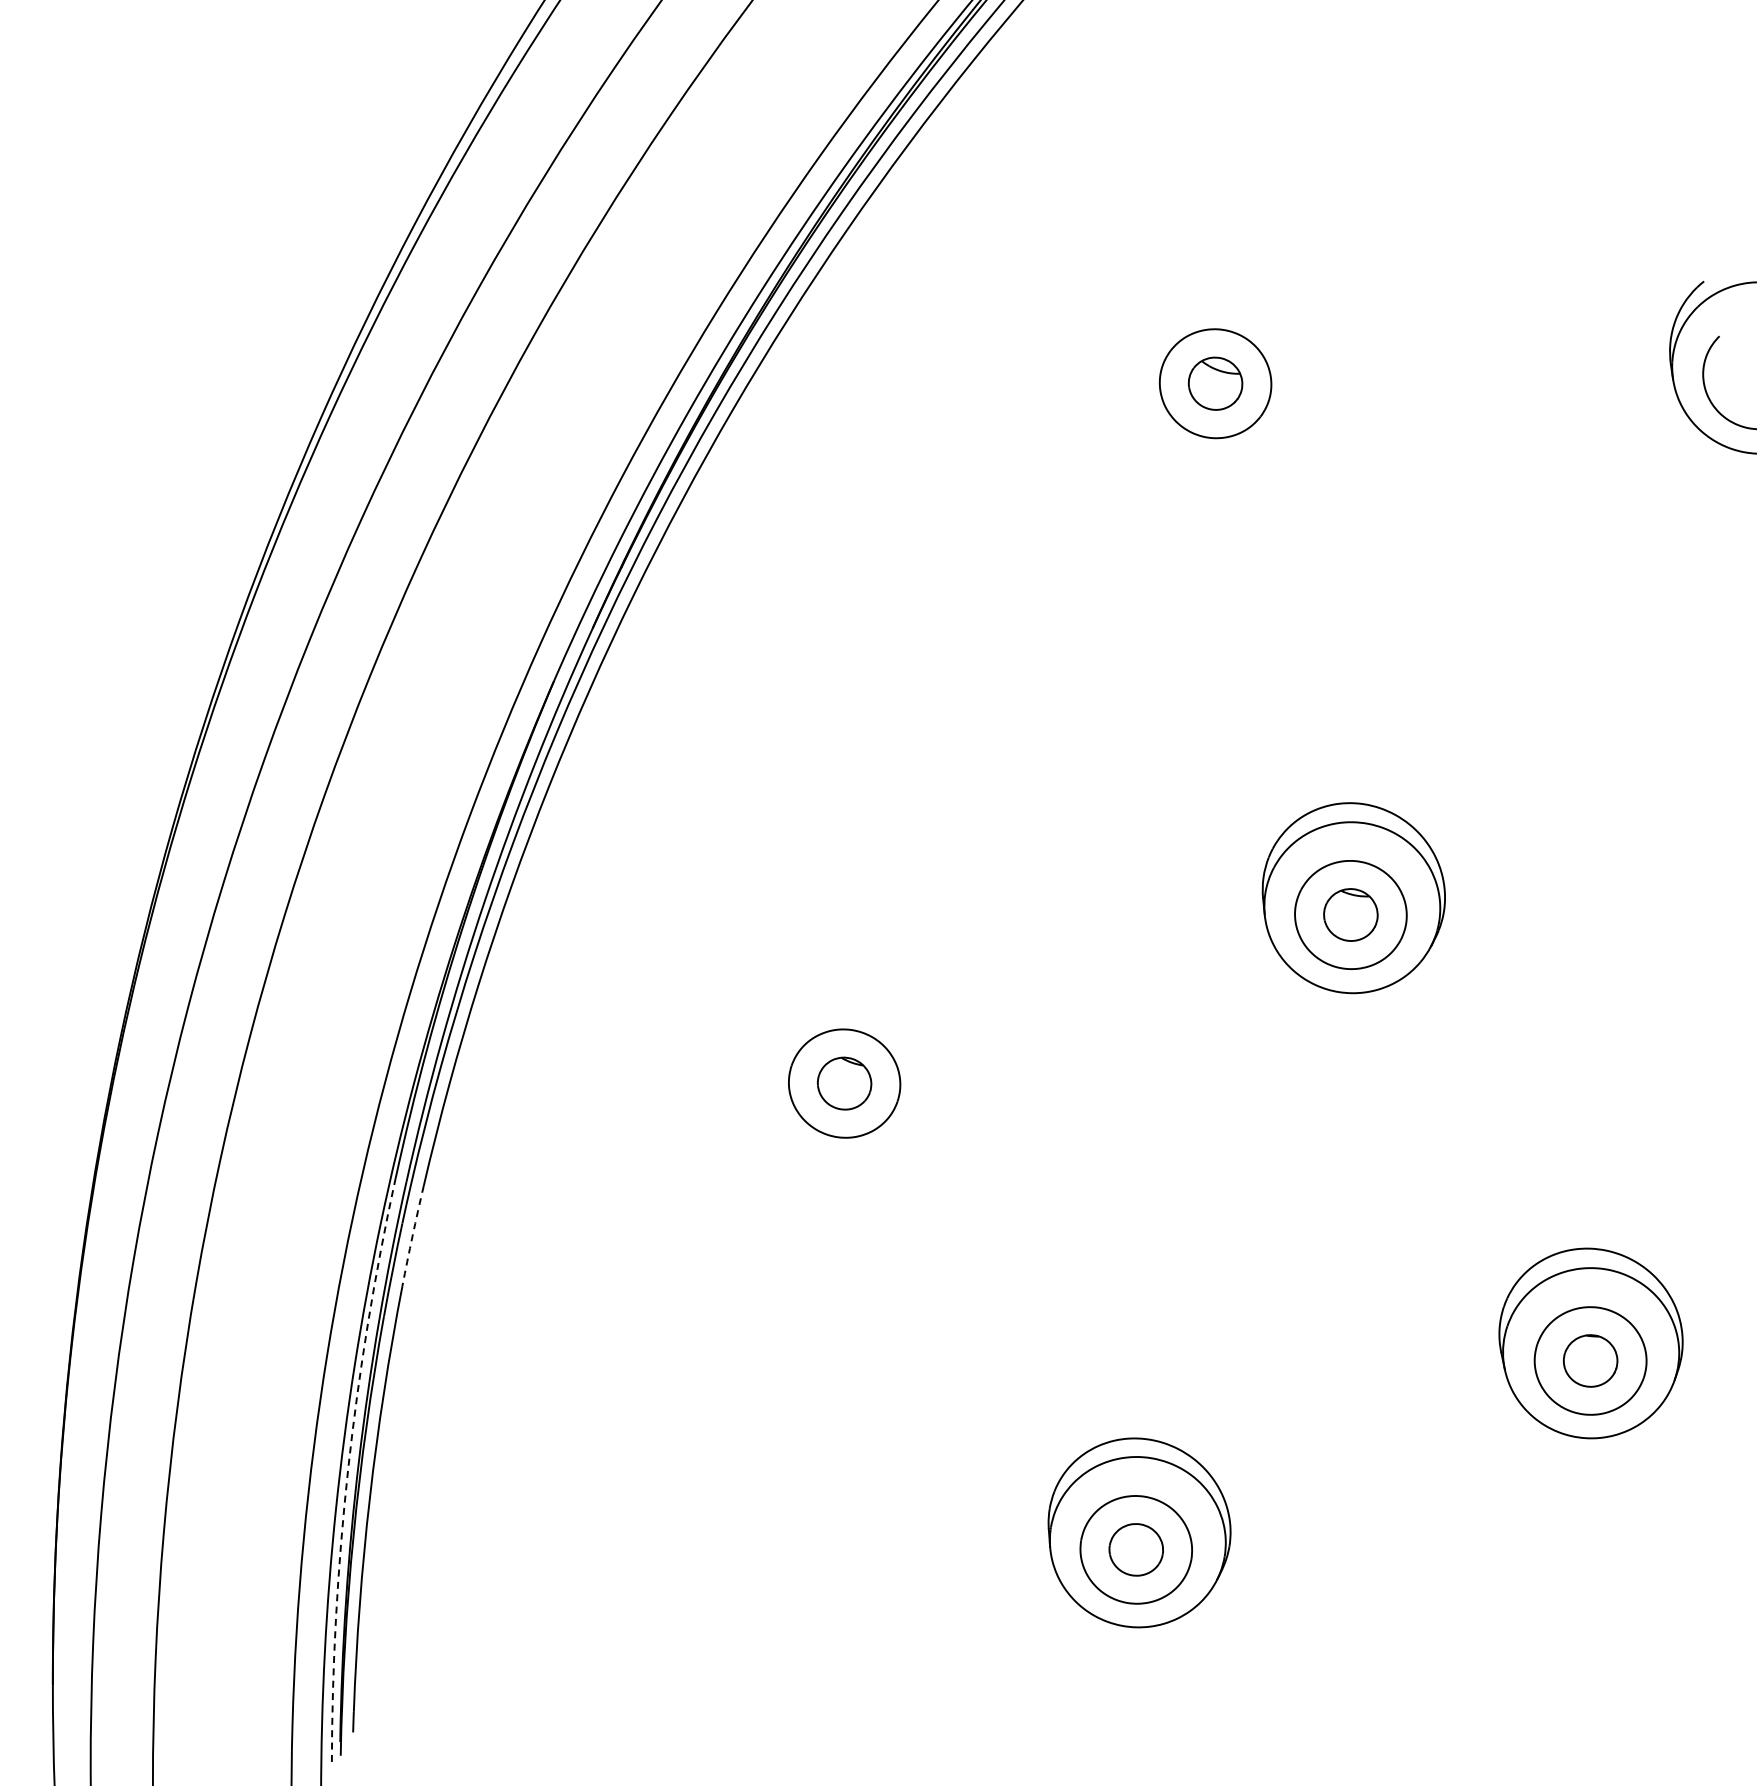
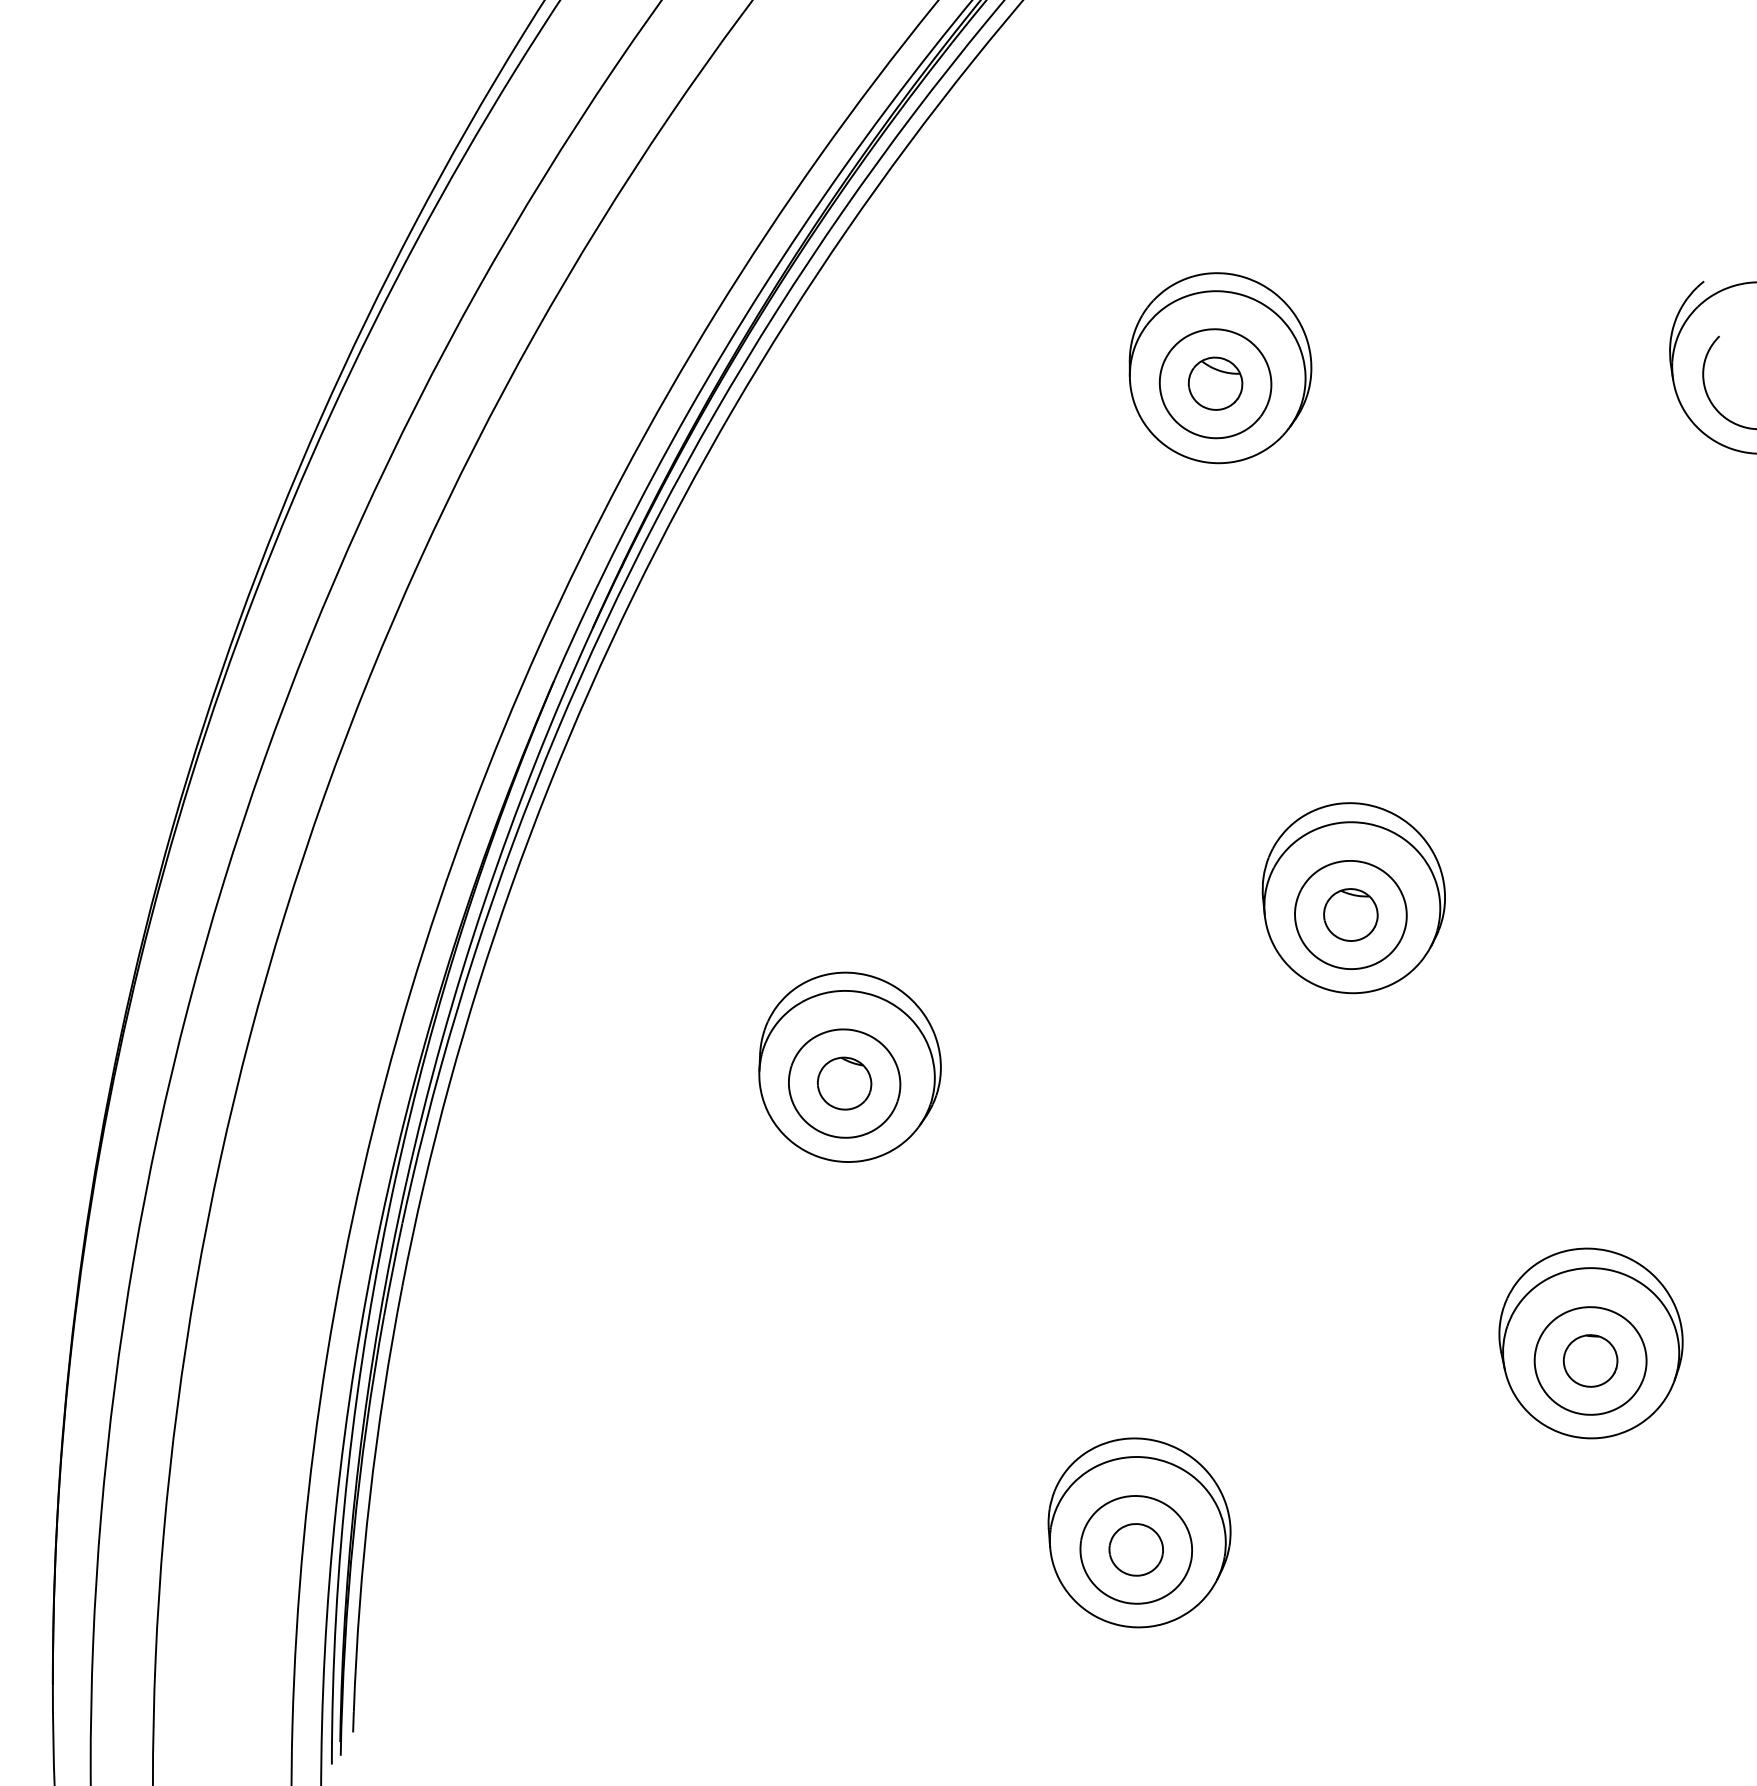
part at (1220, 368): none -> present
part at (849, 1066): none -> present
arc at (412, 1236): dashed -> solid
arc at (348, 1469): dashed -> solid
